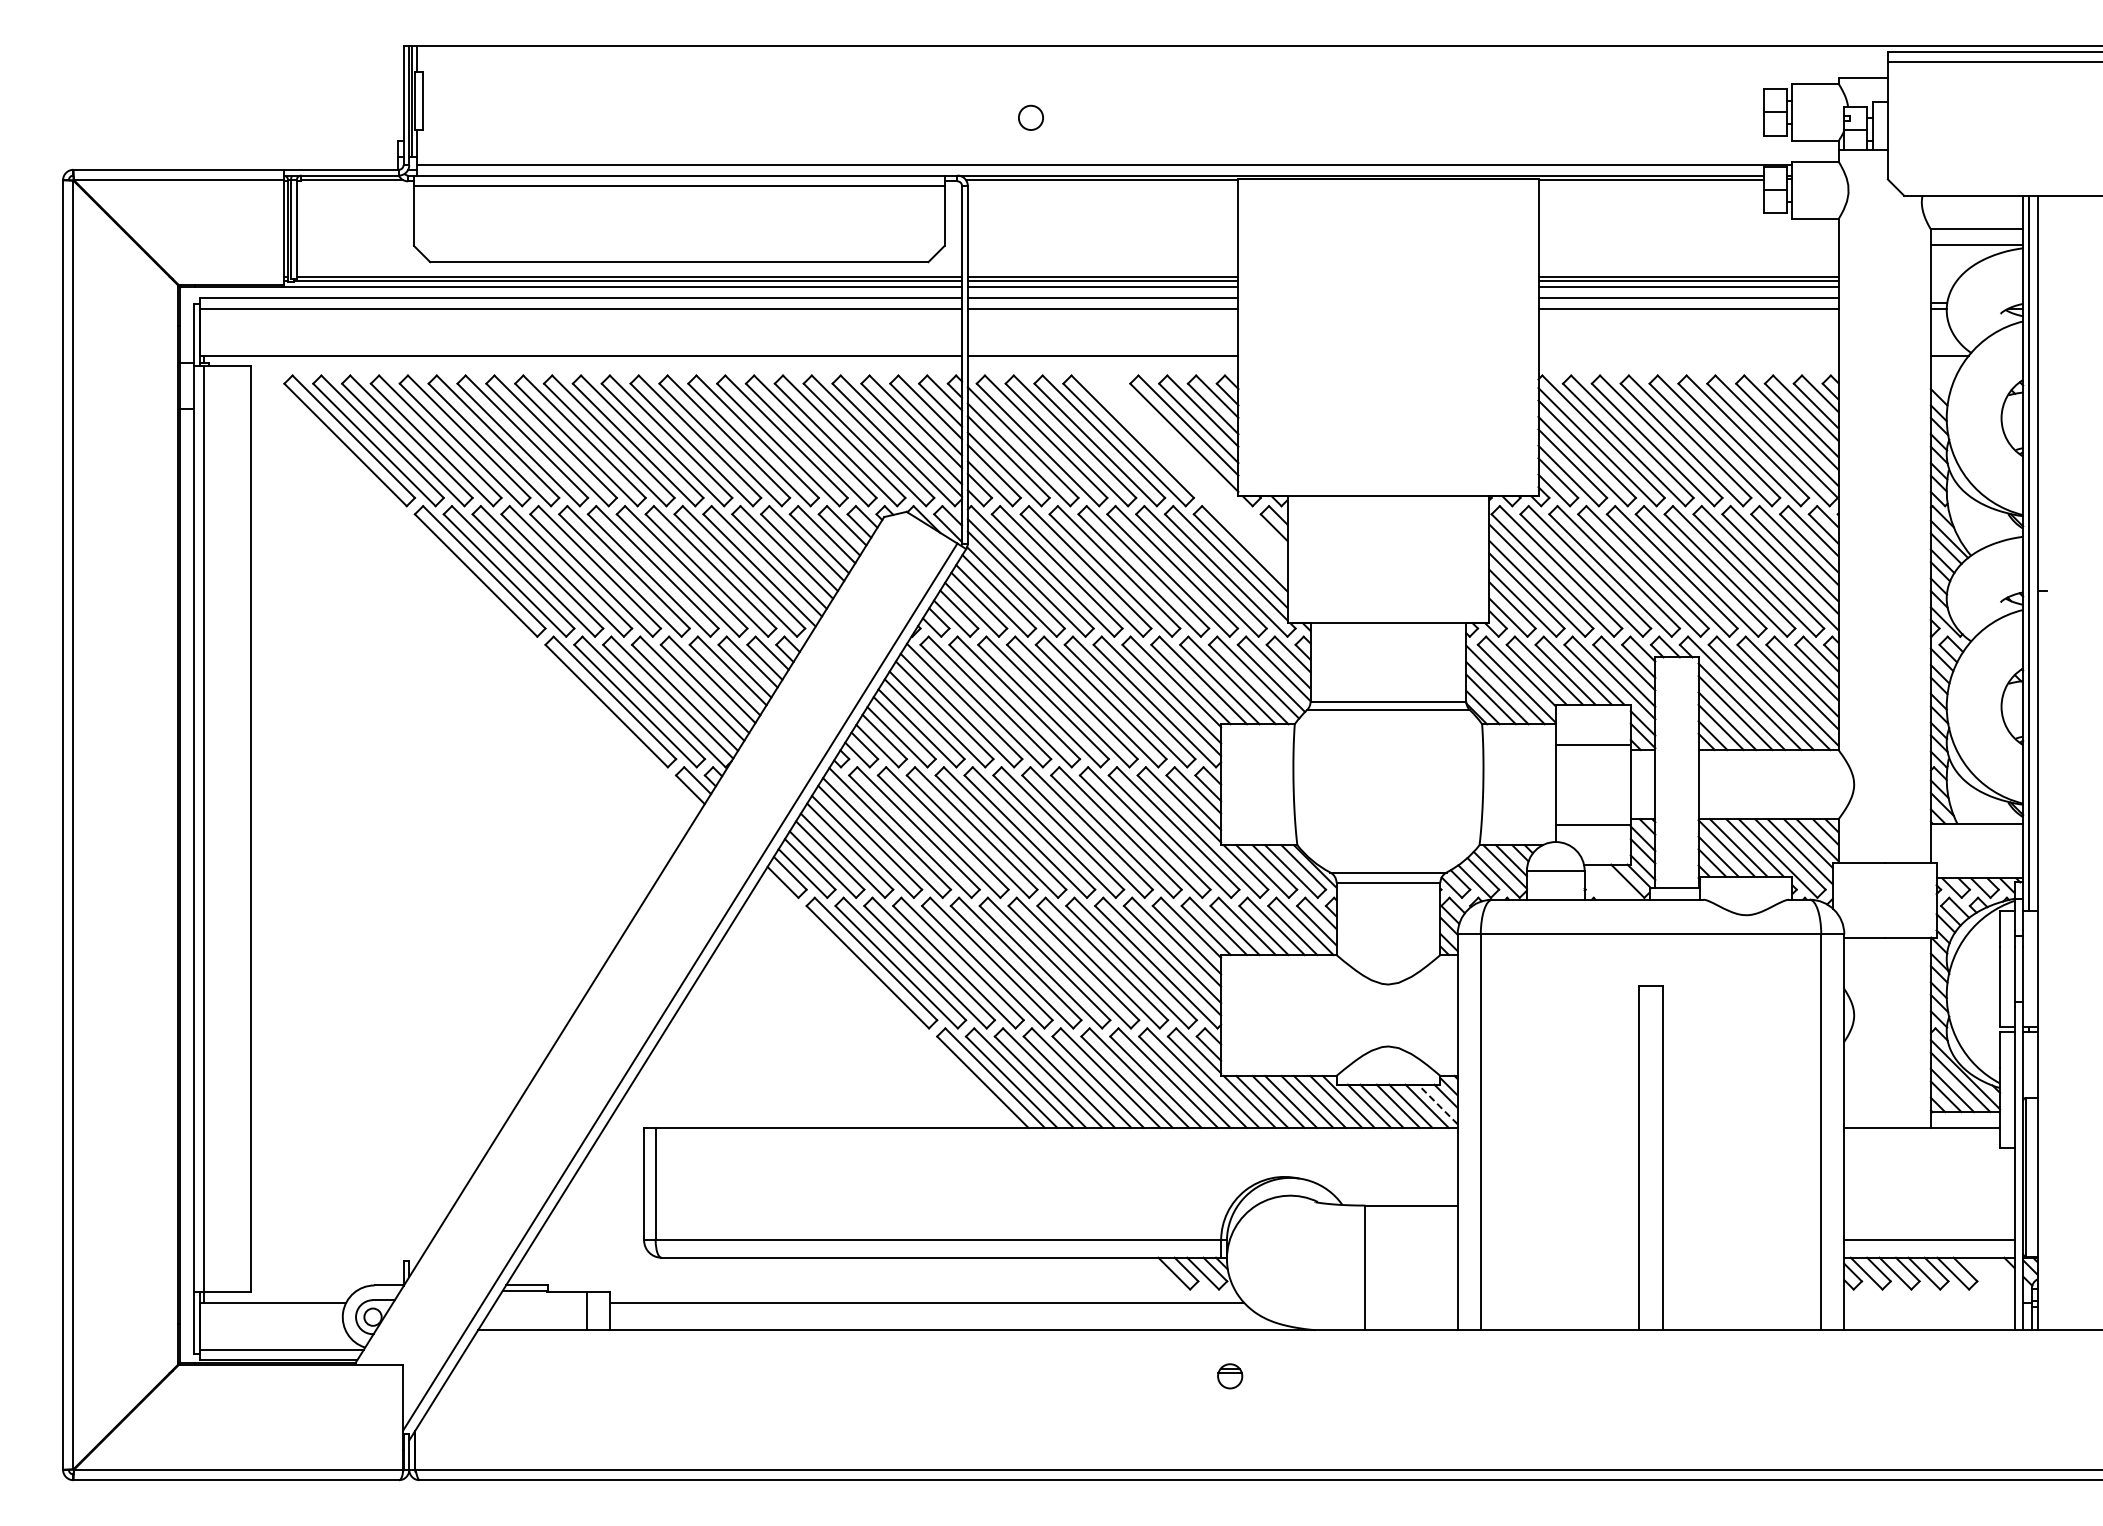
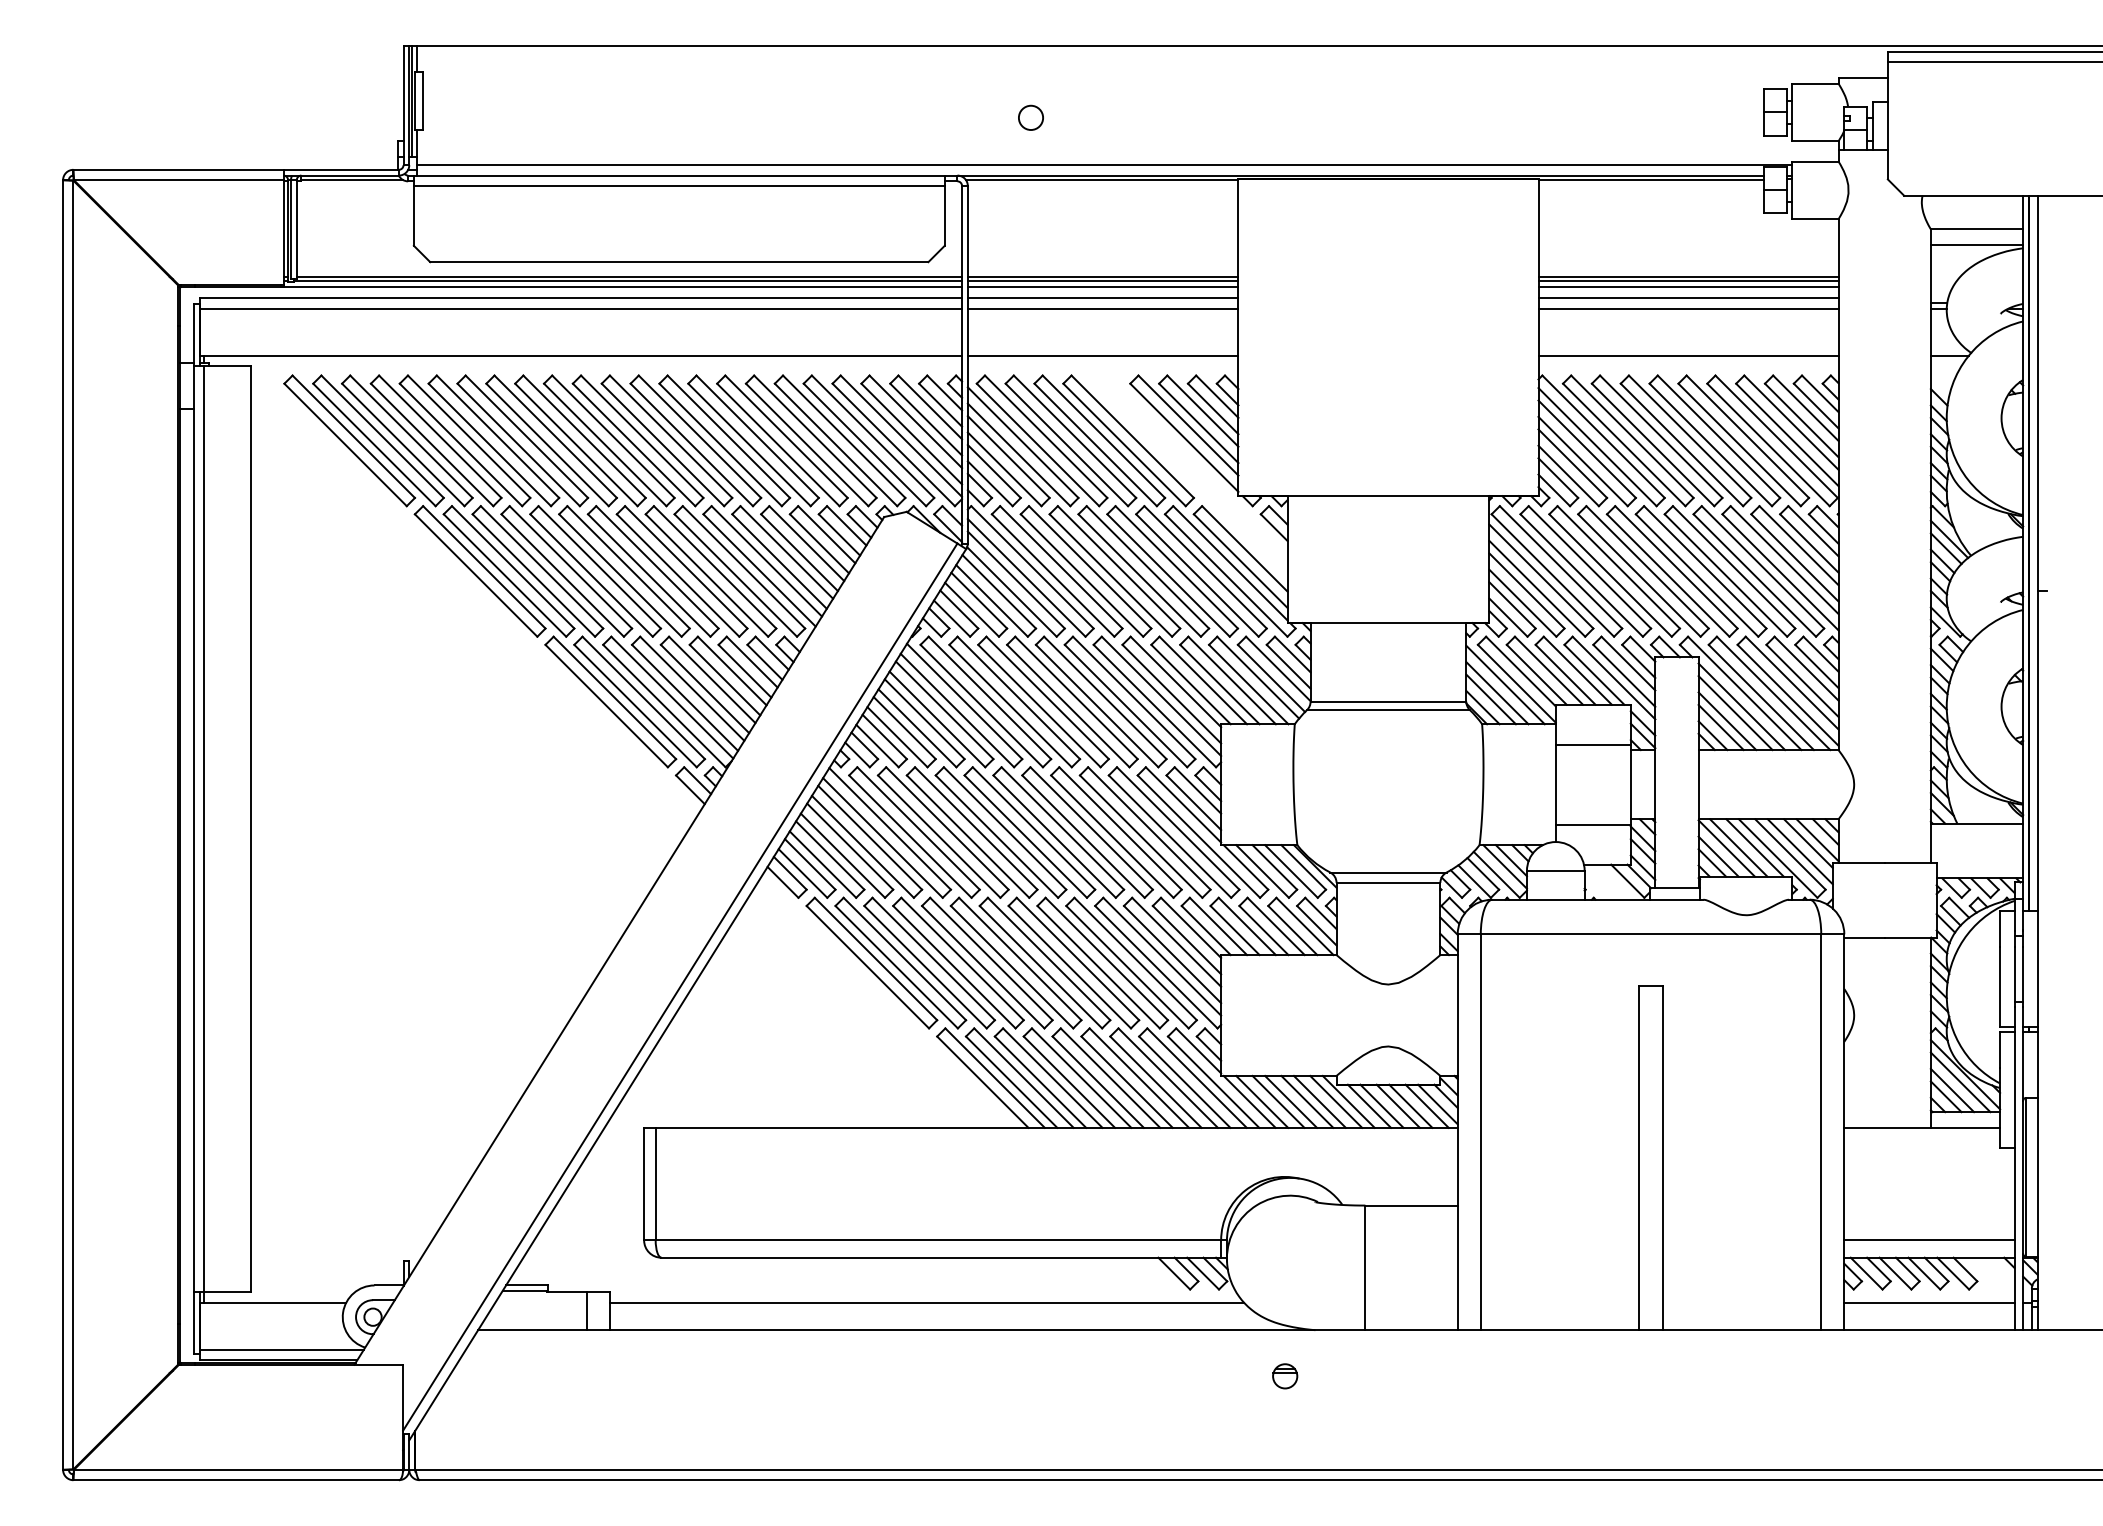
line at (1688, 355): none -> present
line at (1437, 1104): dashed -> solid
line at (1929, 1302): none -> present
part at (1230, 1376) position: (1230, 1376) -> (1285, 1376)
